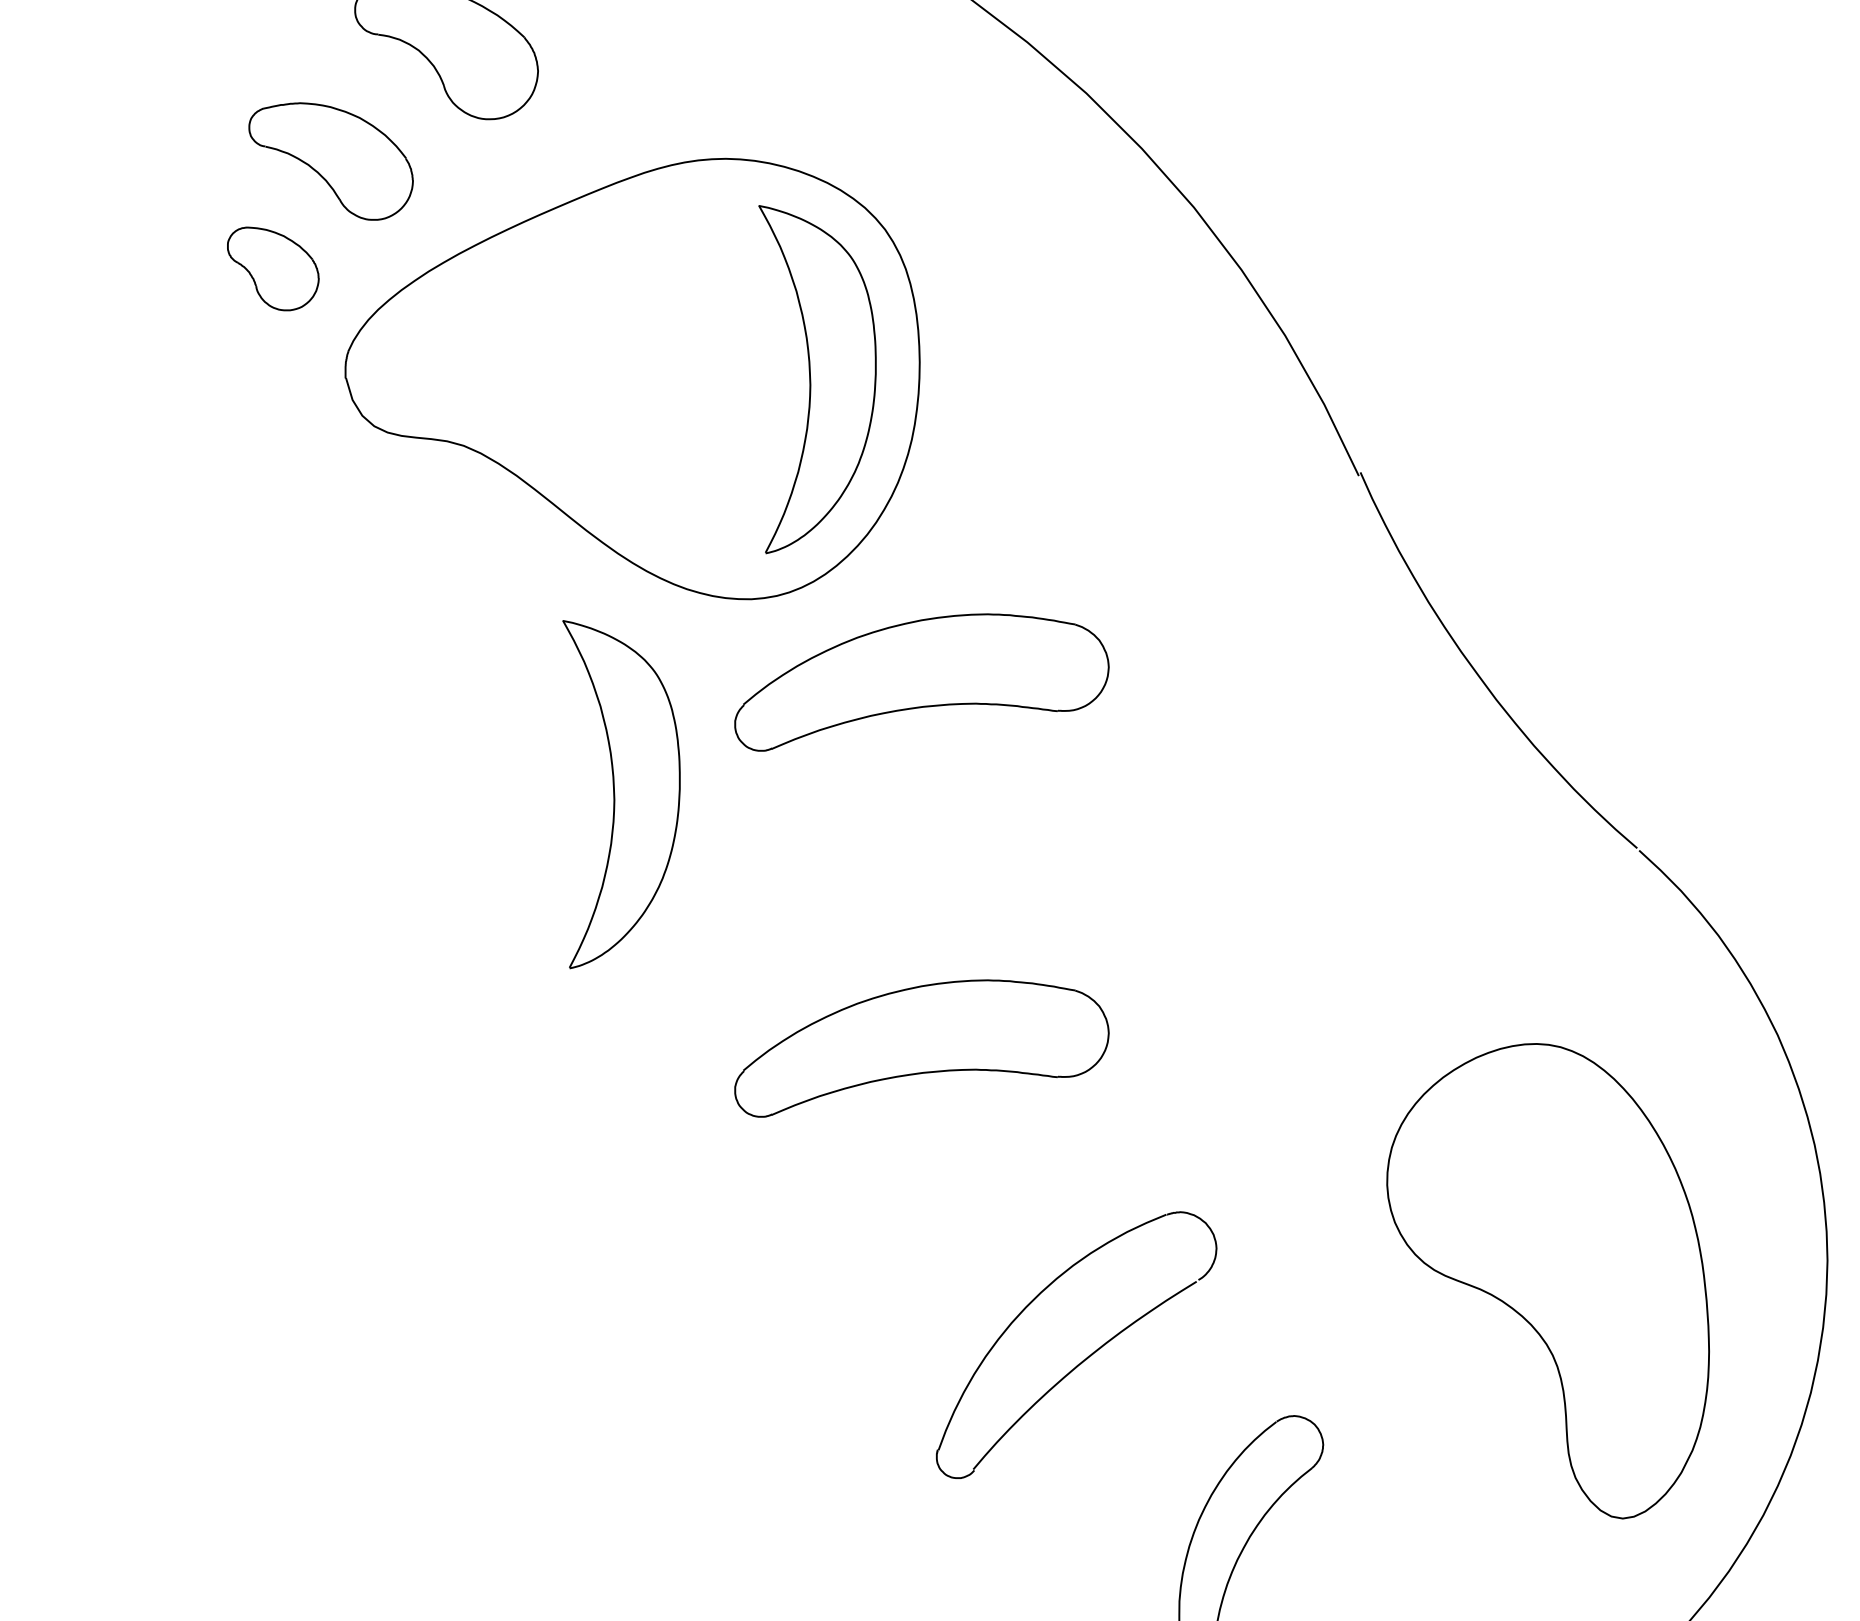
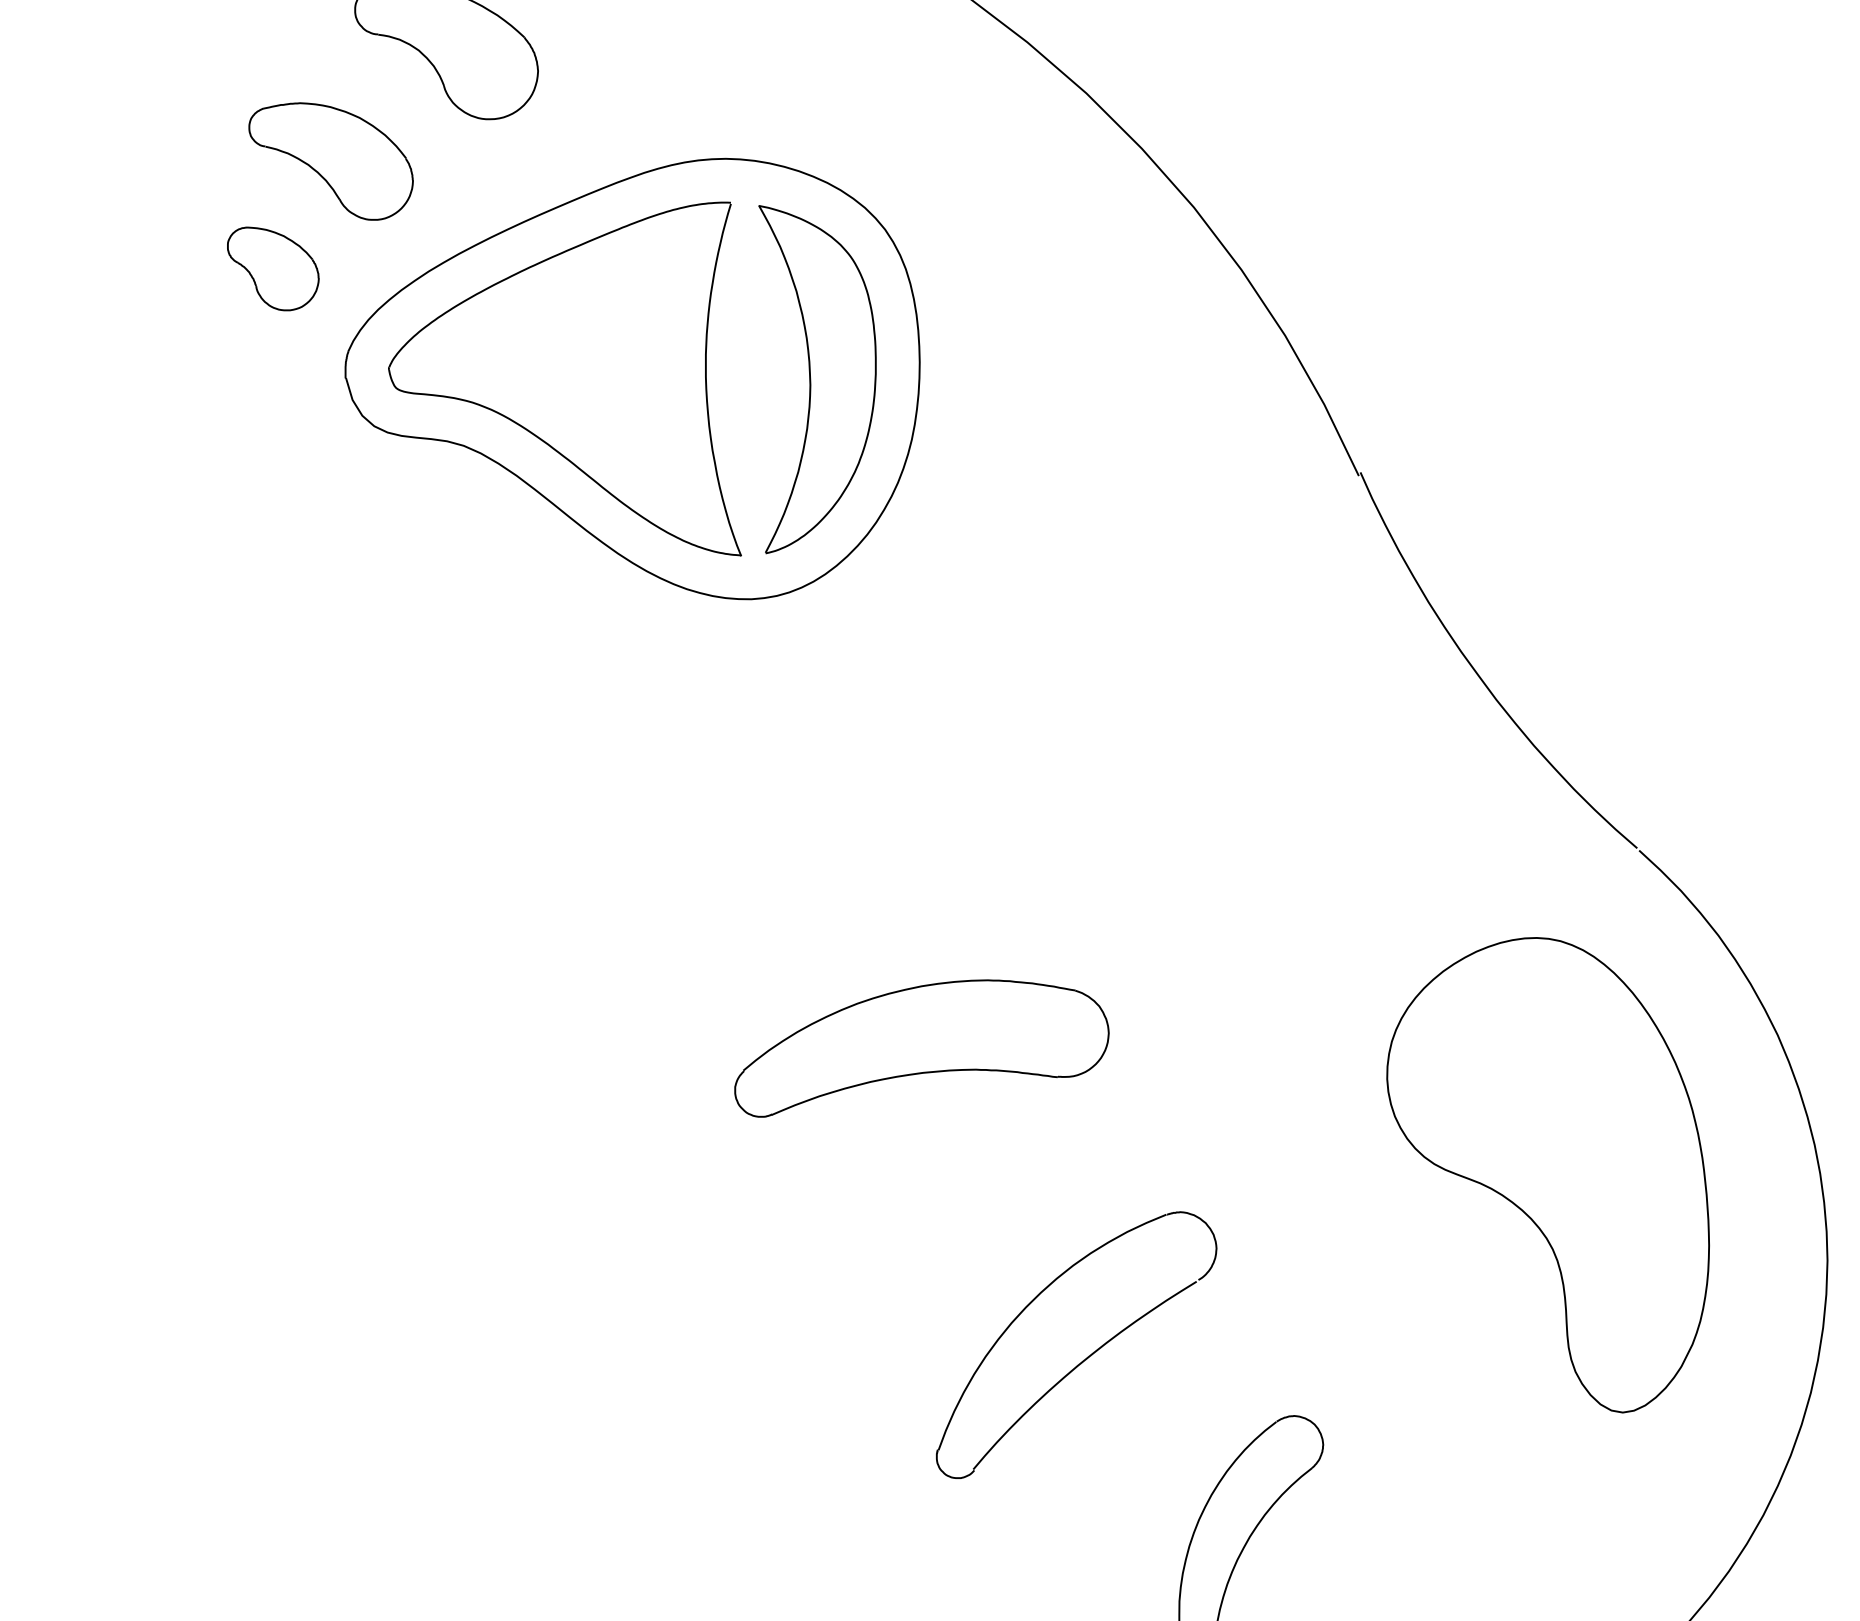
part at (564, 378): none -> present
part at (921, 682): present -> none
part at (621, 794): present -> none
part at (1547, 1281) position: (1547, 1281) -> (1547, 1175)
